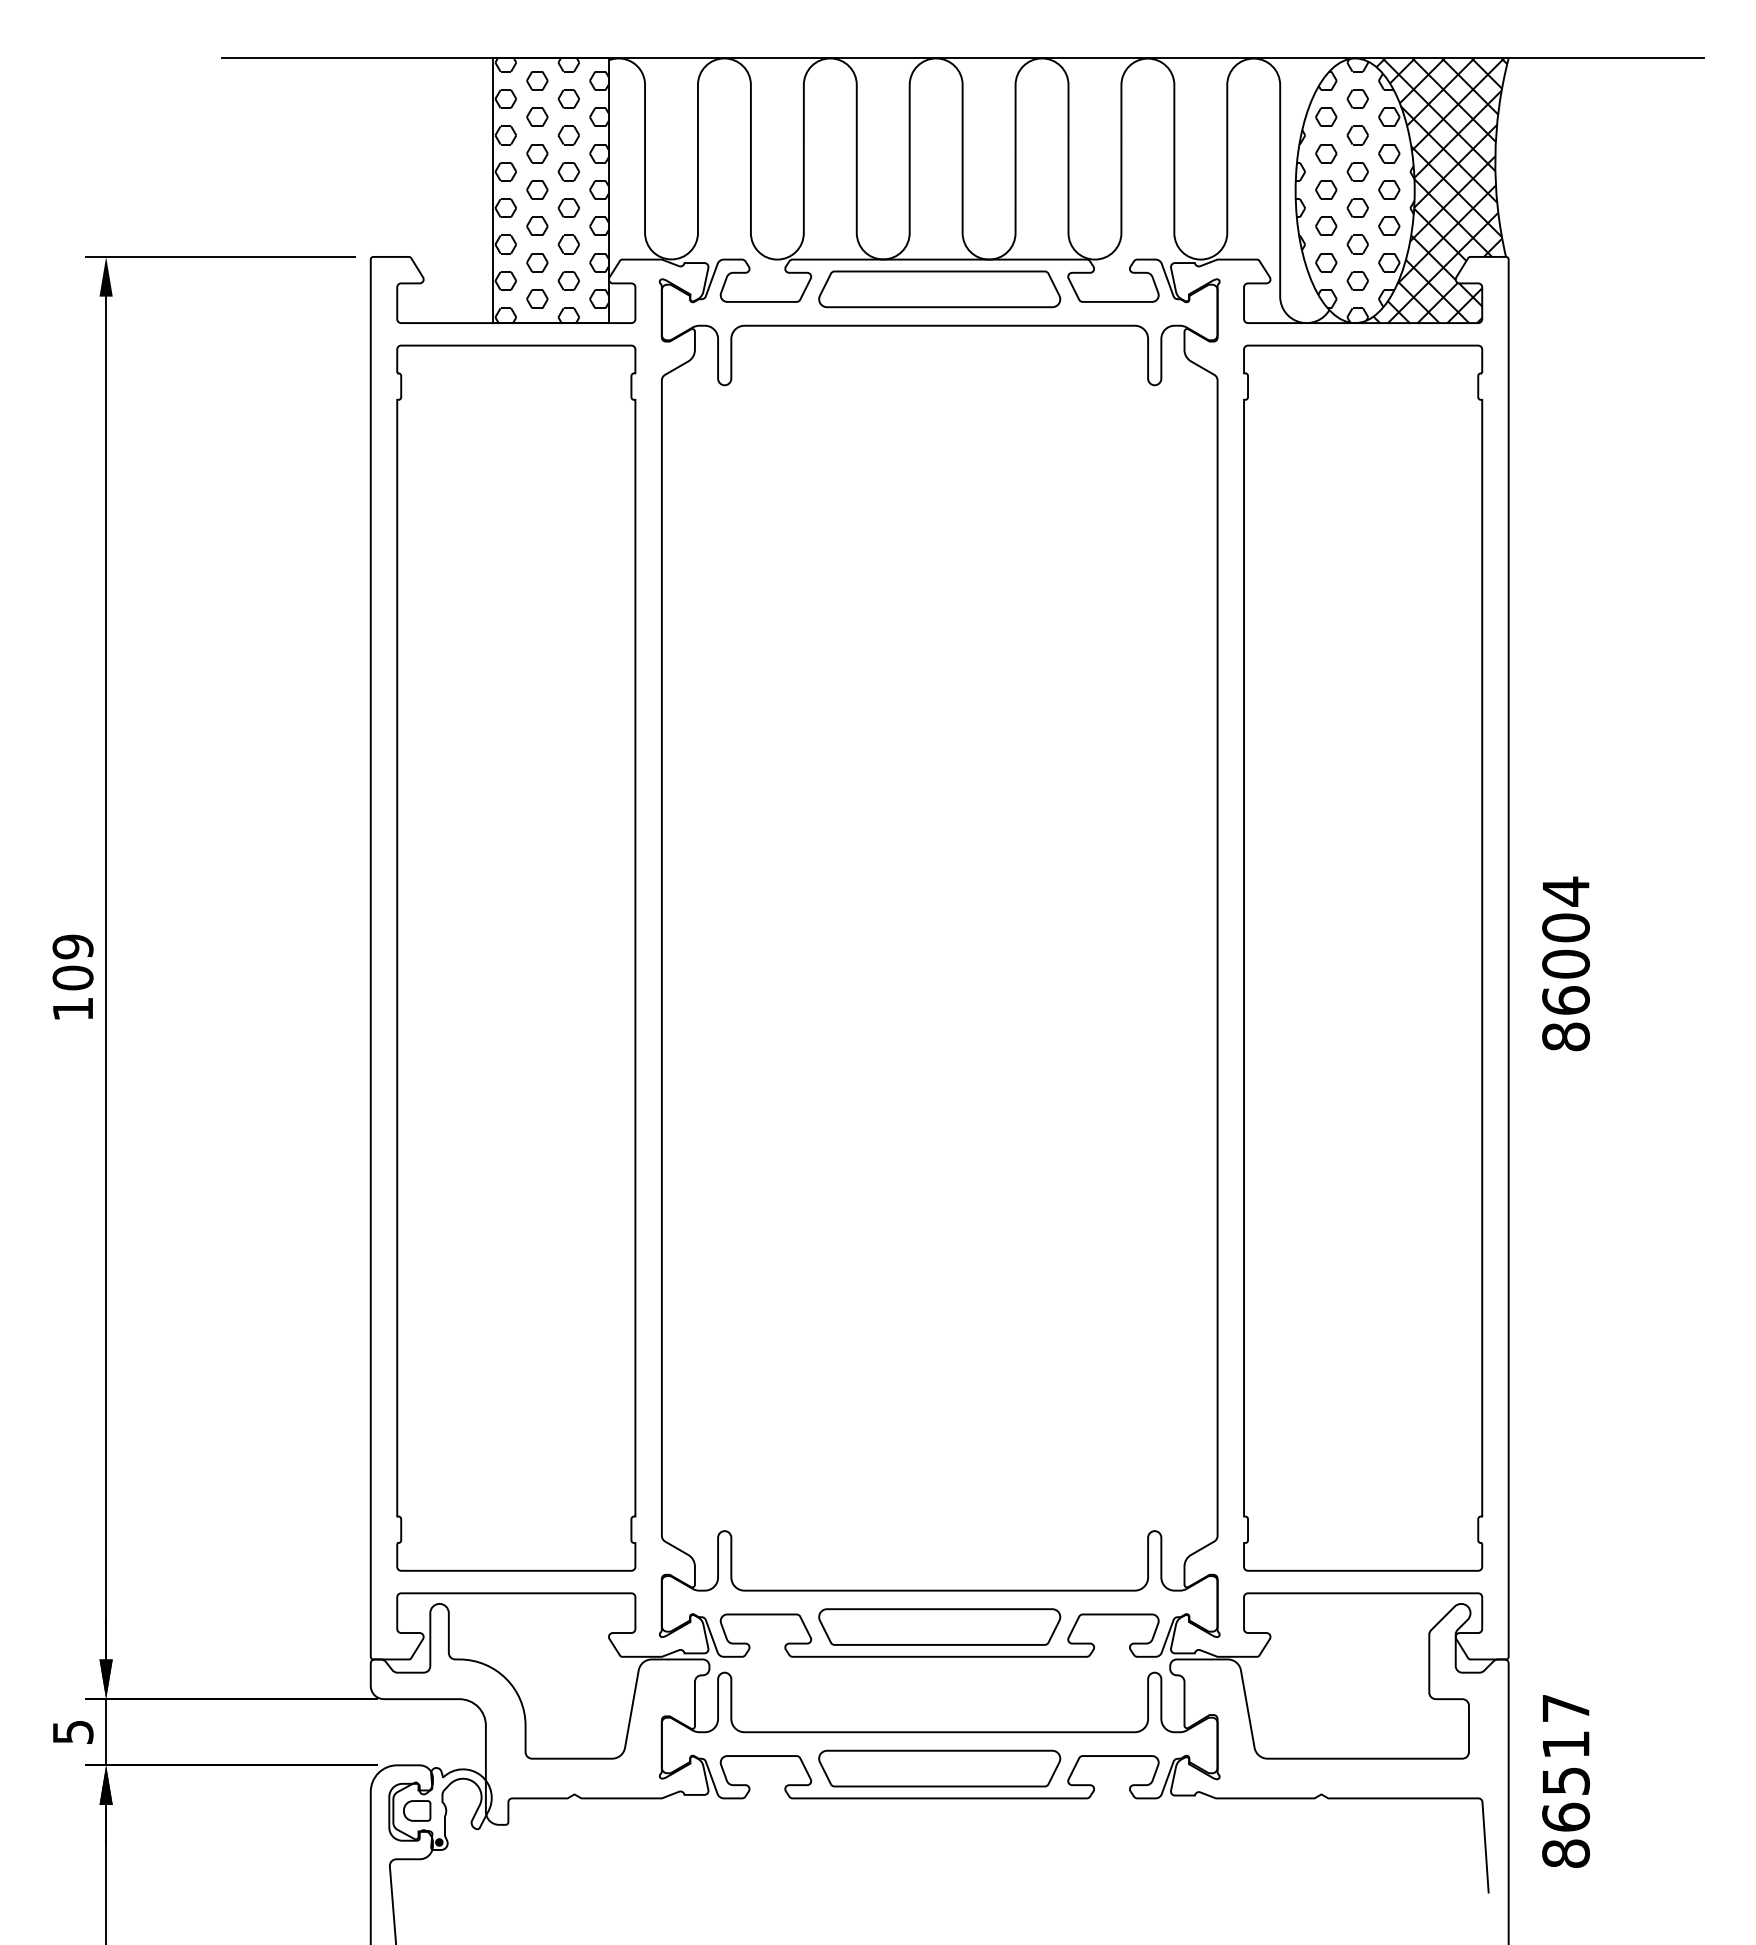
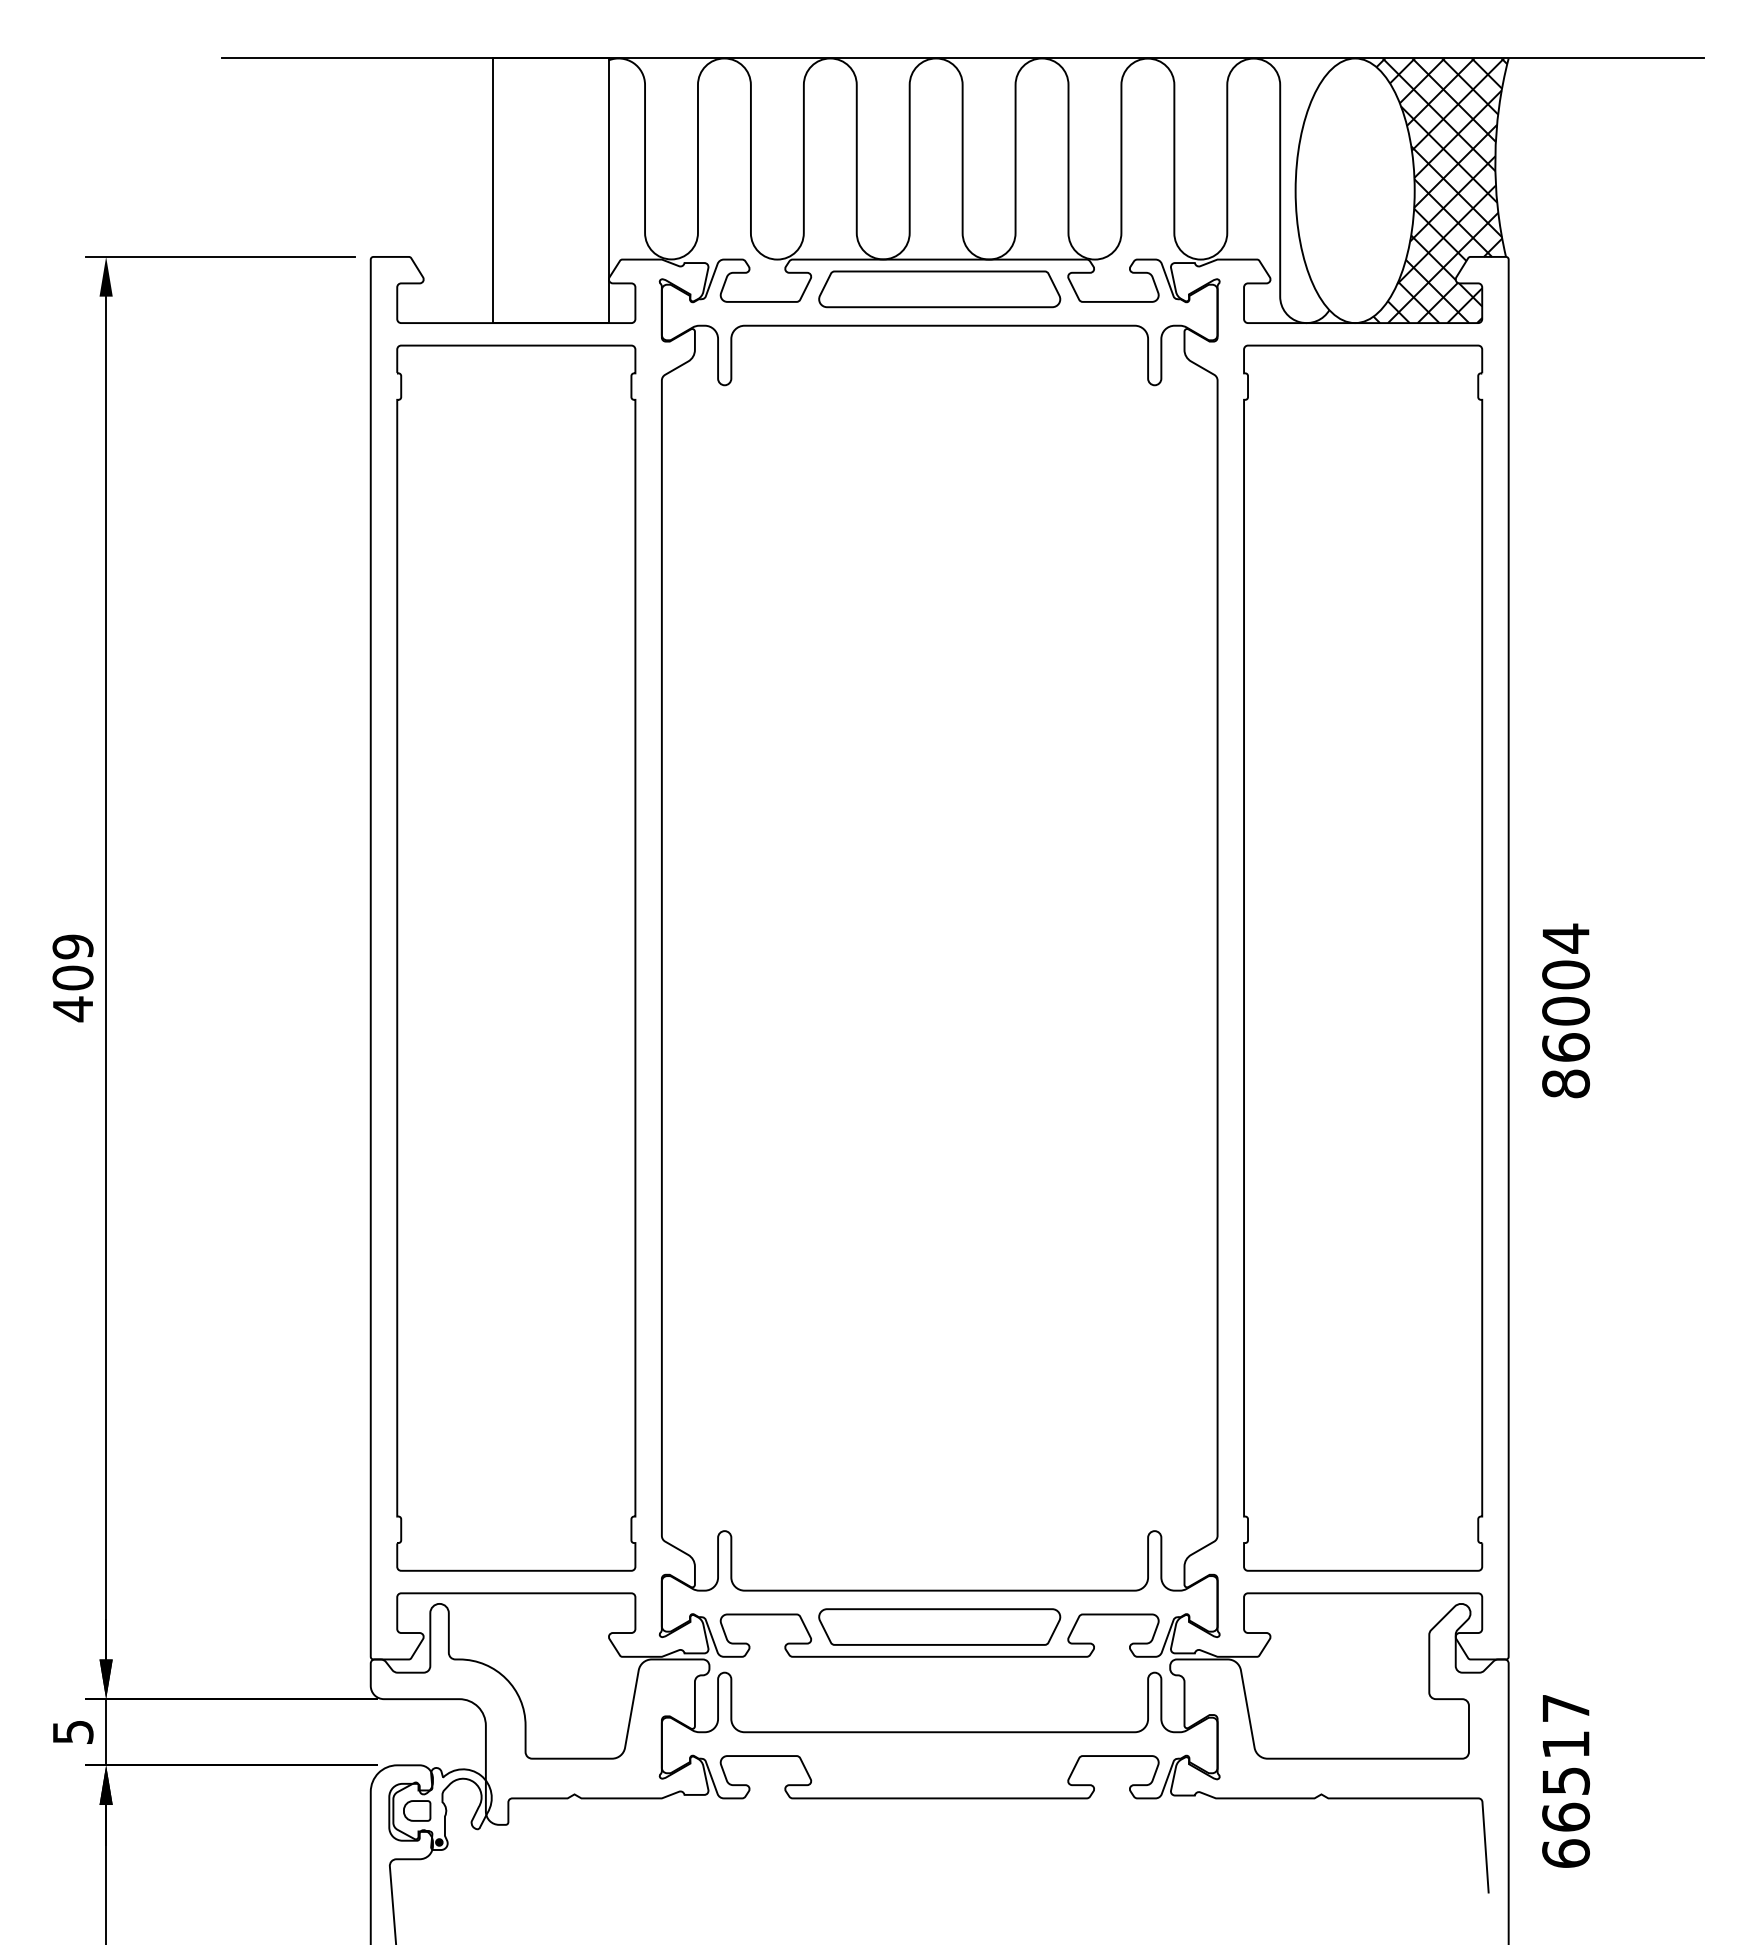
hatch at (551, 190): present -> none
hatch at (1354, 190): present -> none
text at (1565, 963) position: (1565, 963) -> (1565, 1010)
text at (72, 1009): 109 -> 409
curve at (939, 1751): present -> none
text at (1565, 1853): 86517 -> 66517
